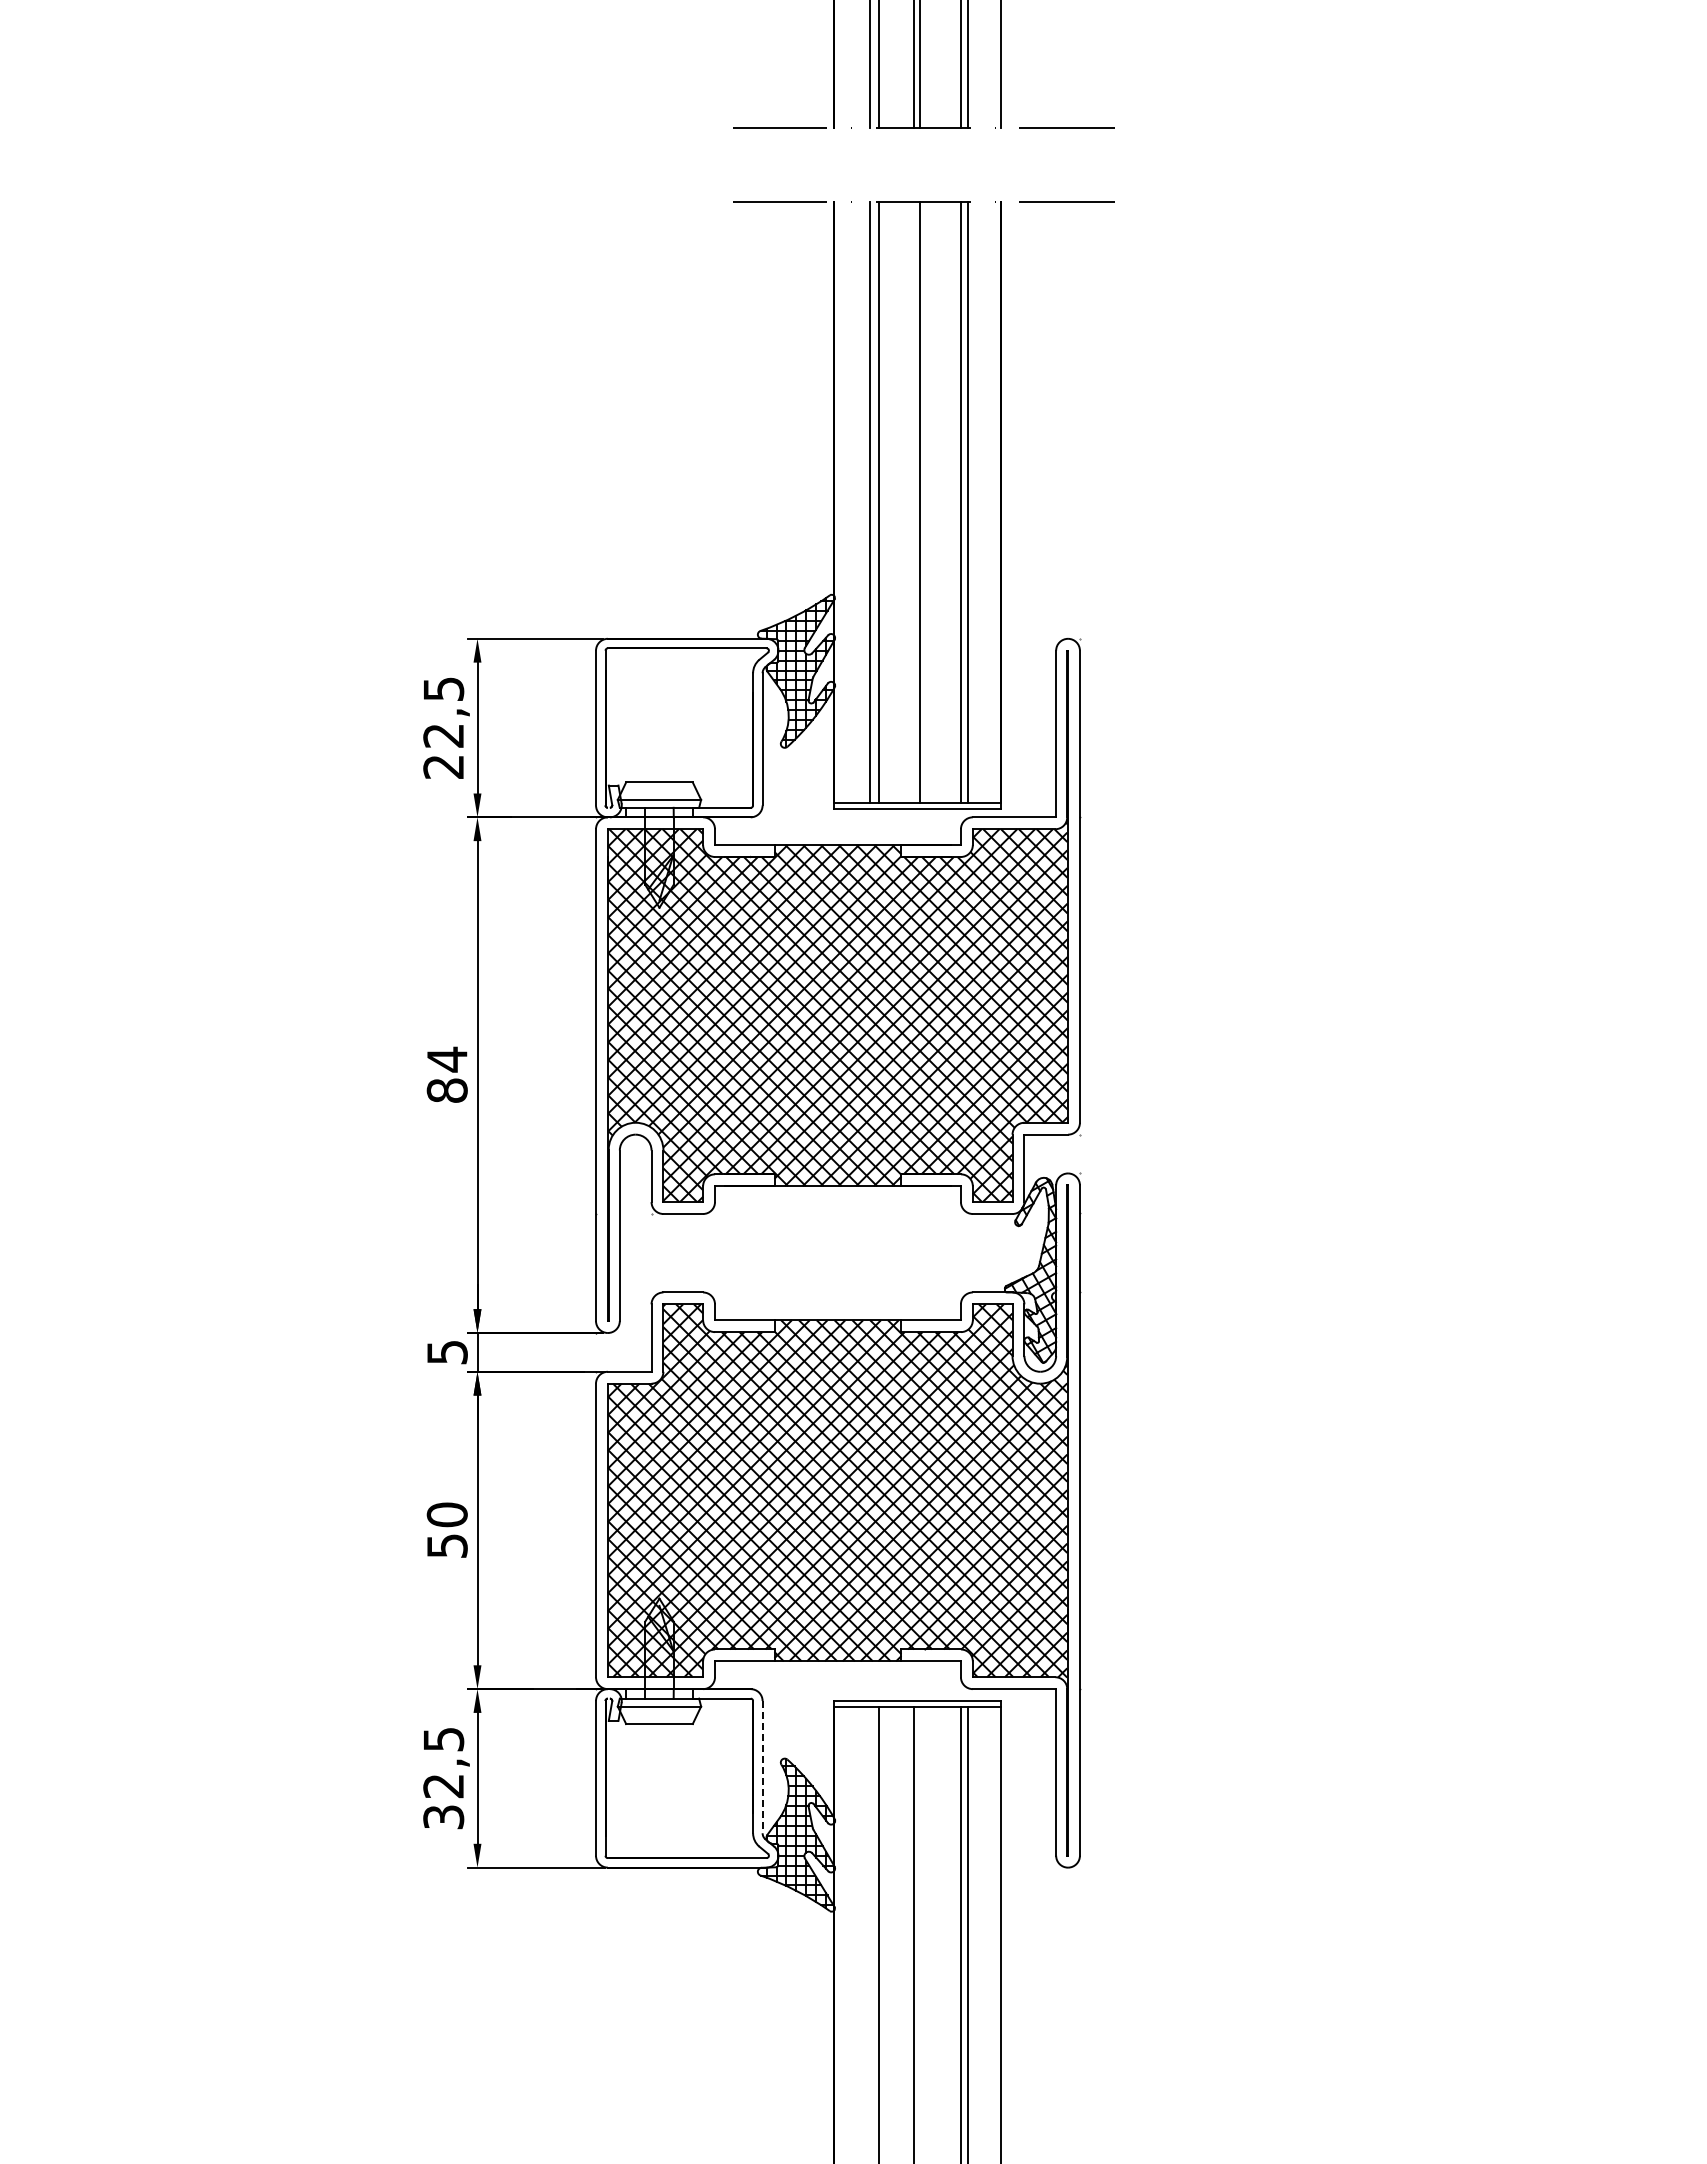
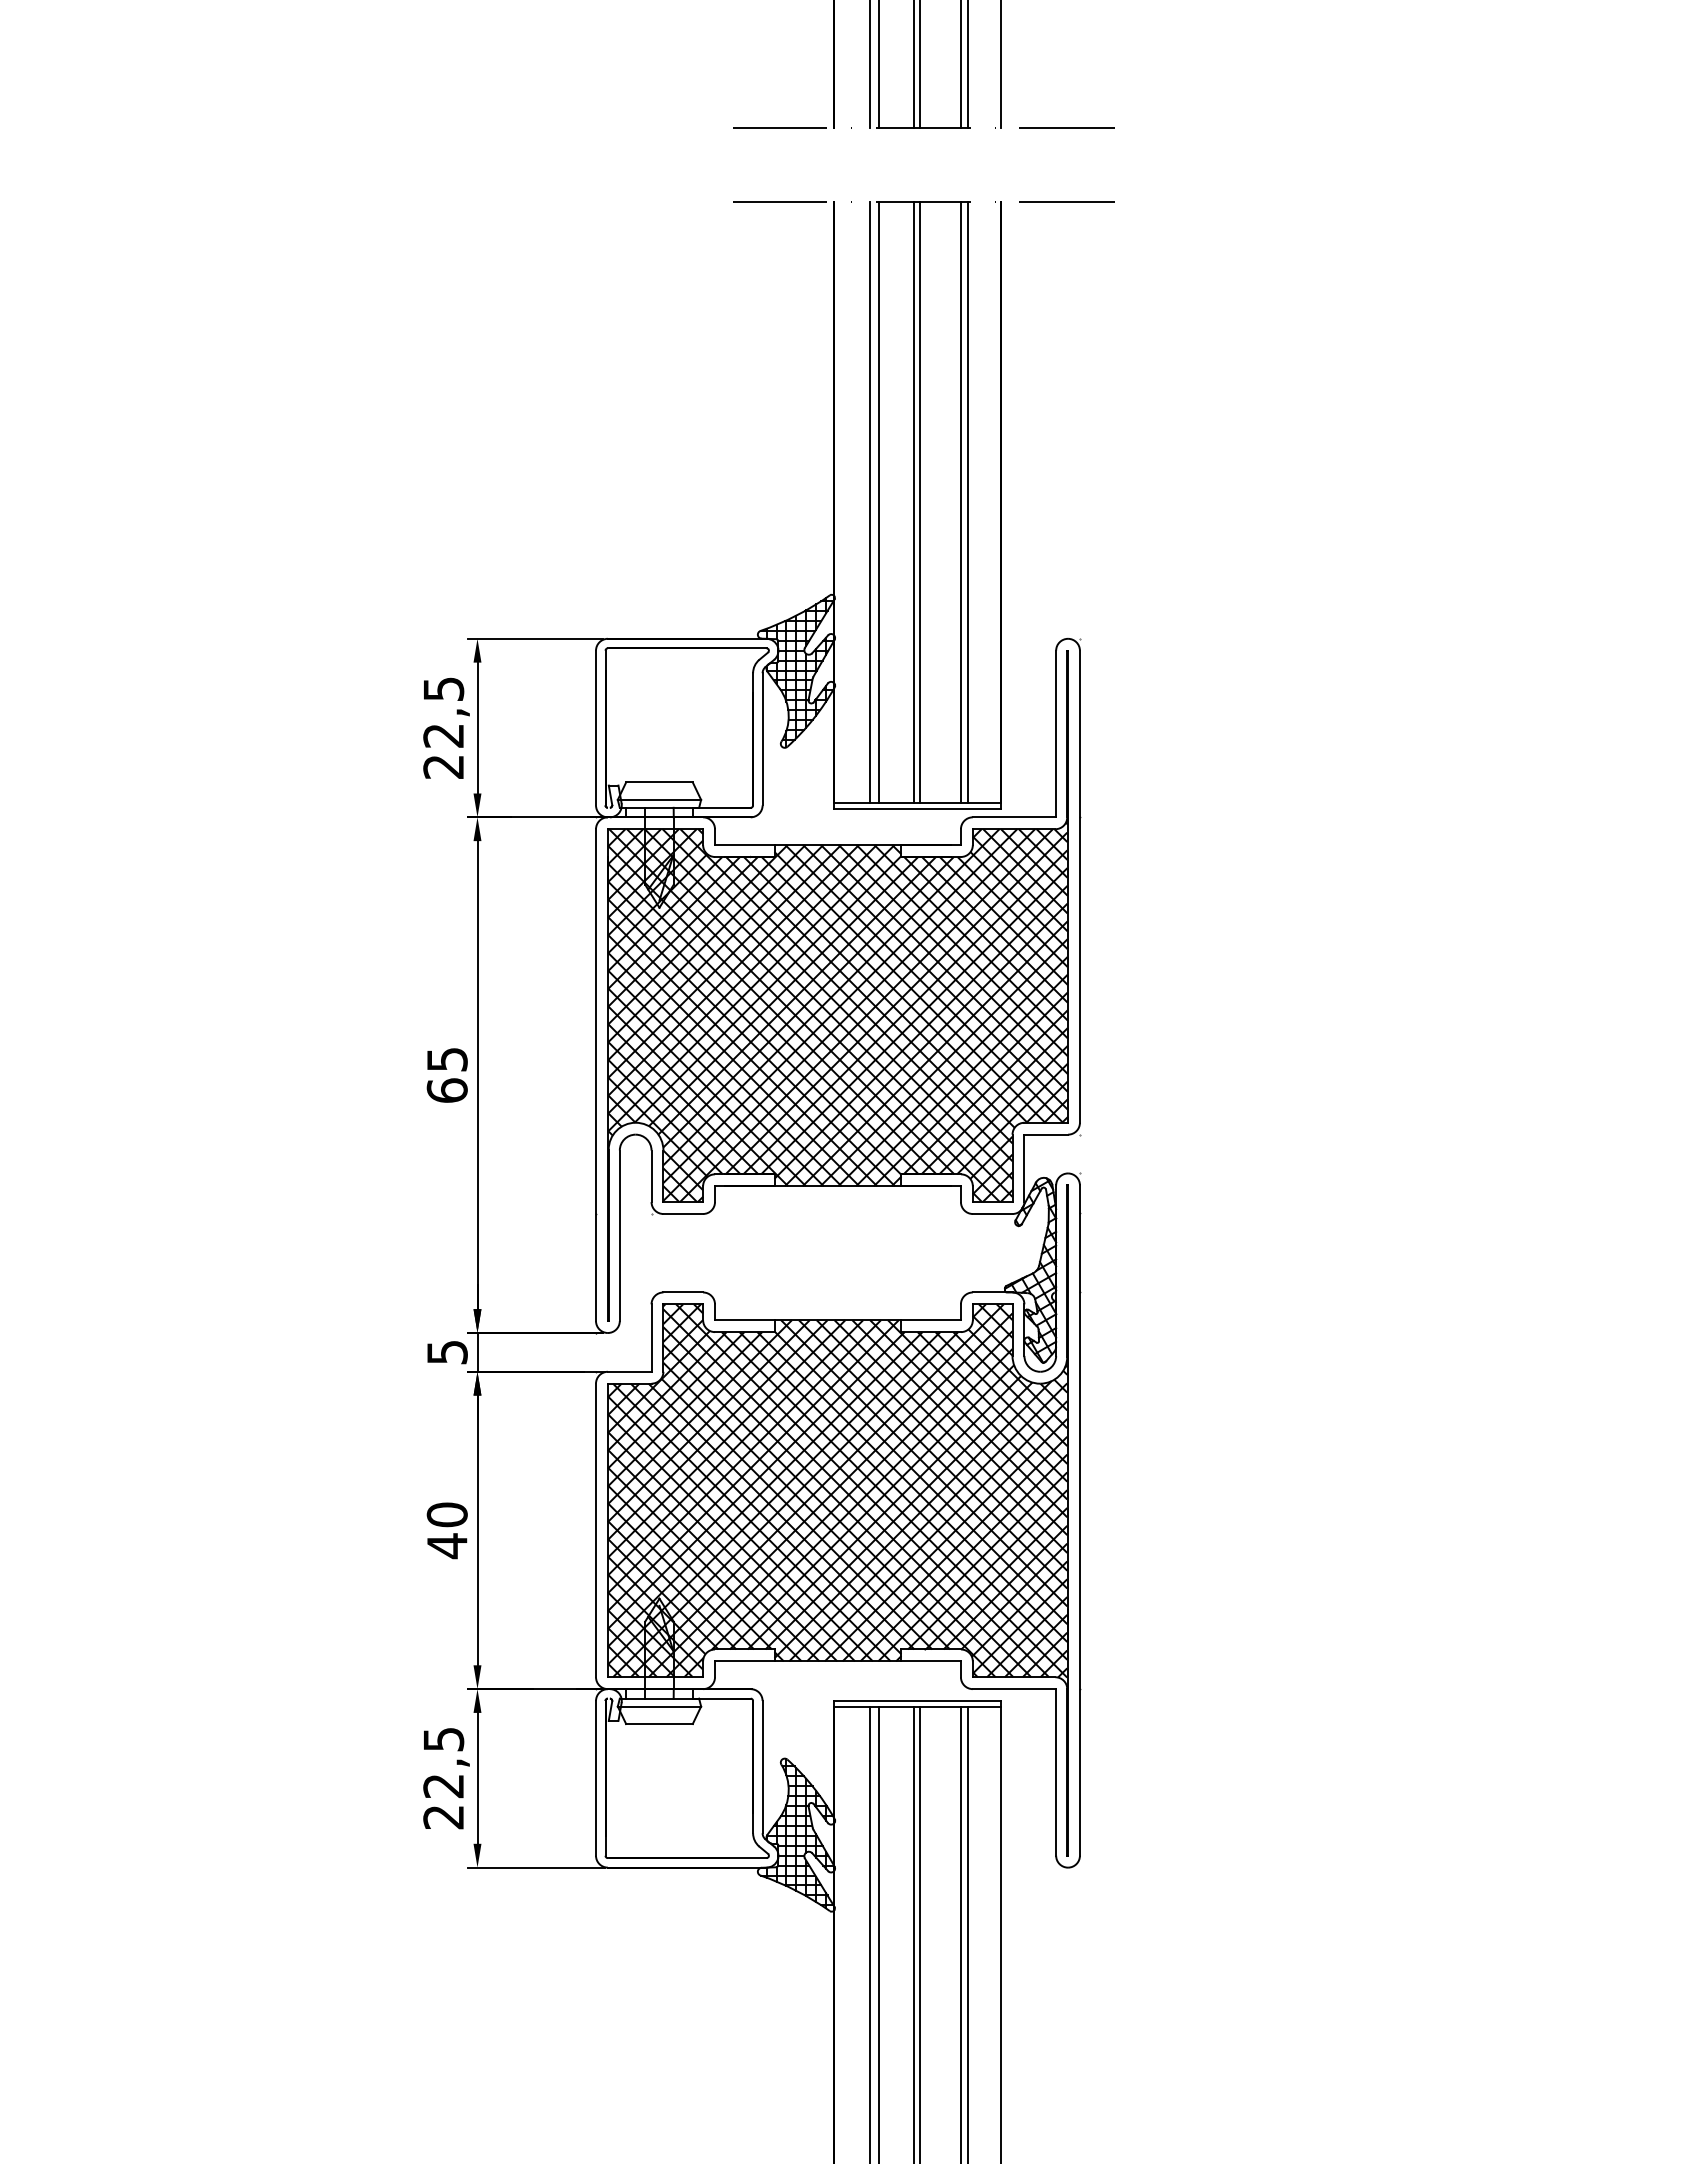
line at (913, 501): none -> present
text at (446, 1074): 84 -> 65
text at (447, 1546): 50 -> 40
line at (762, 1767): dashed -> solid
text at (443, 1817): 32,5 -> 22,5
line at (870, 1933): none -> present
line at (919, 1933): none -> present
